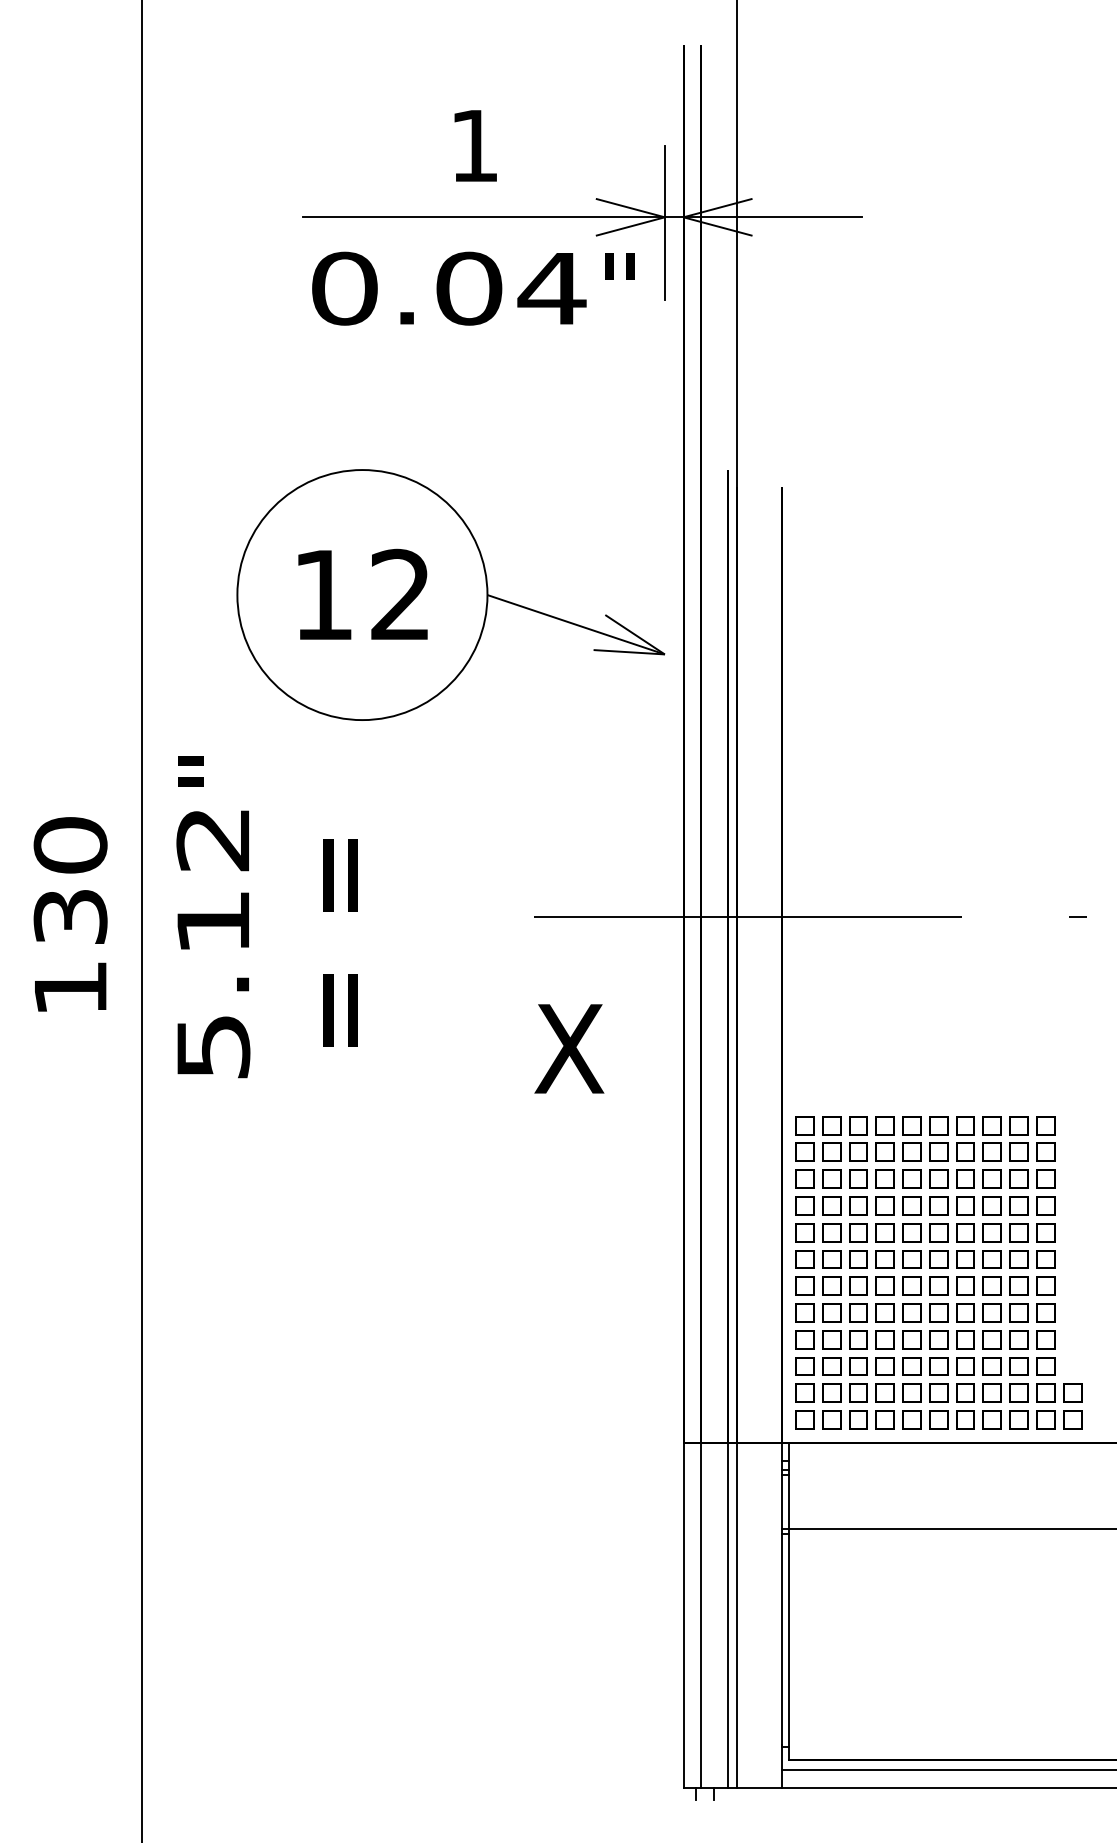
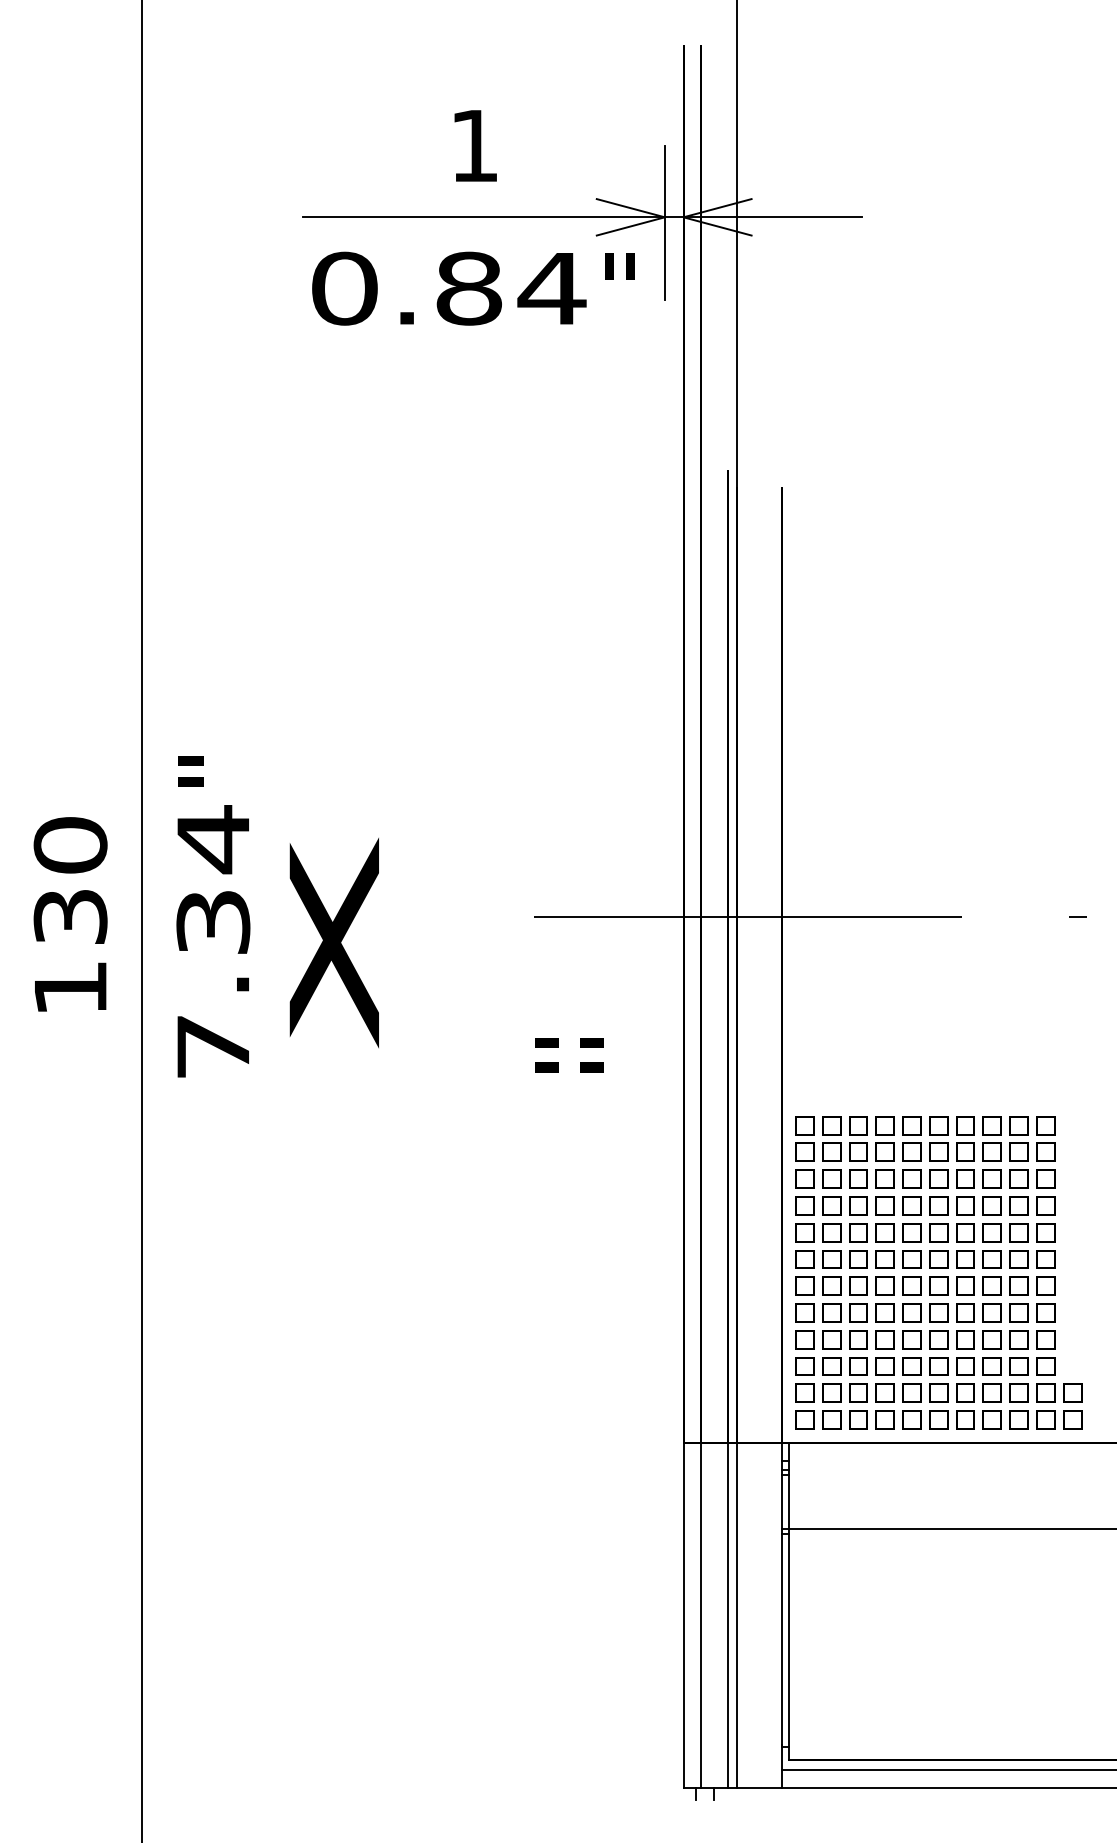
text at (469, 288): 0.04 -> 0.84
part at (450, 594): present -> none
text at (213, 941): 5.12 -> 7.34
text at (333, 942): = = -> X
text at (569, 1048): X -> = =
